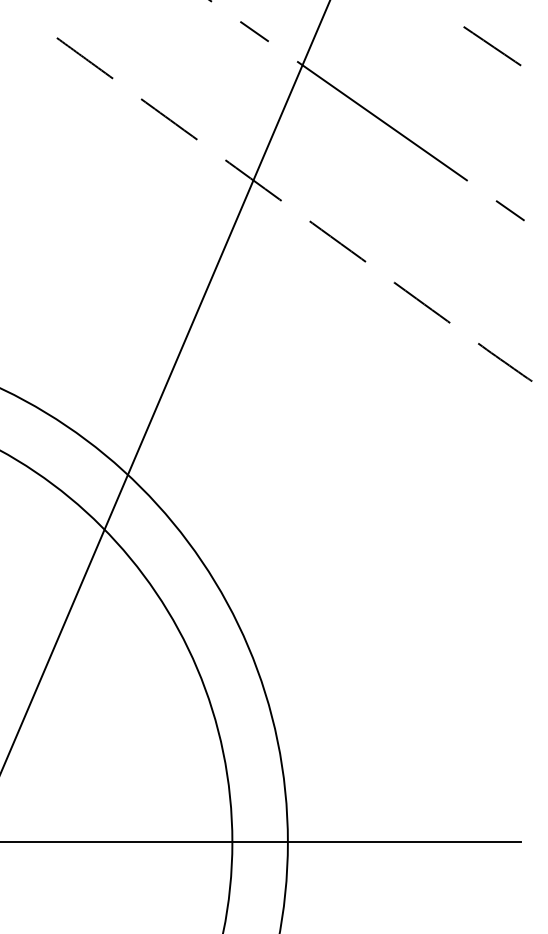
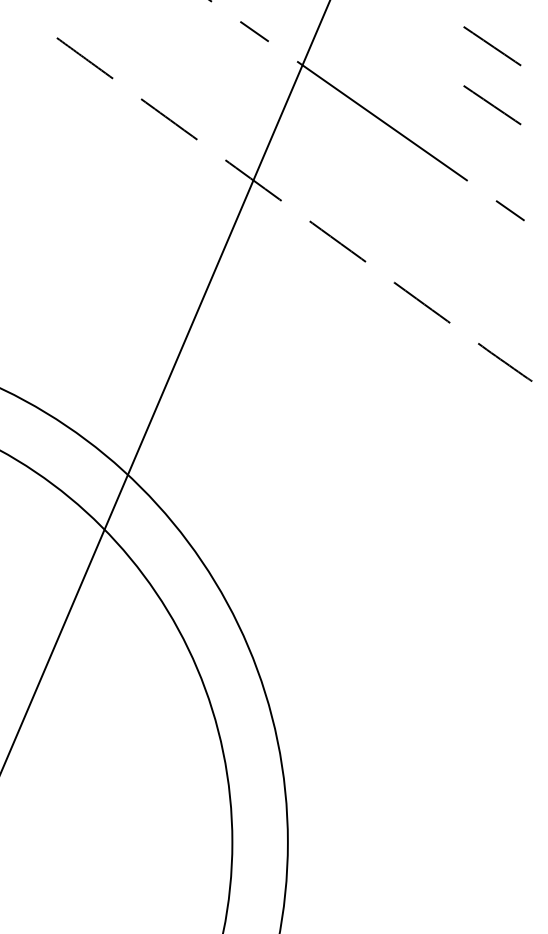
line at (492, 105): none -> present
line at (261, 842): present -> none
